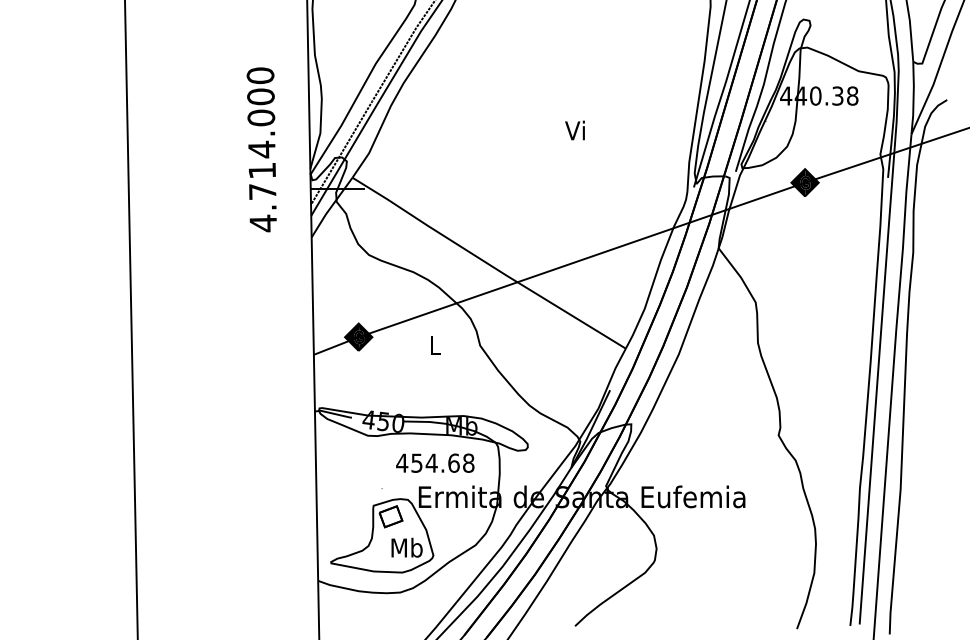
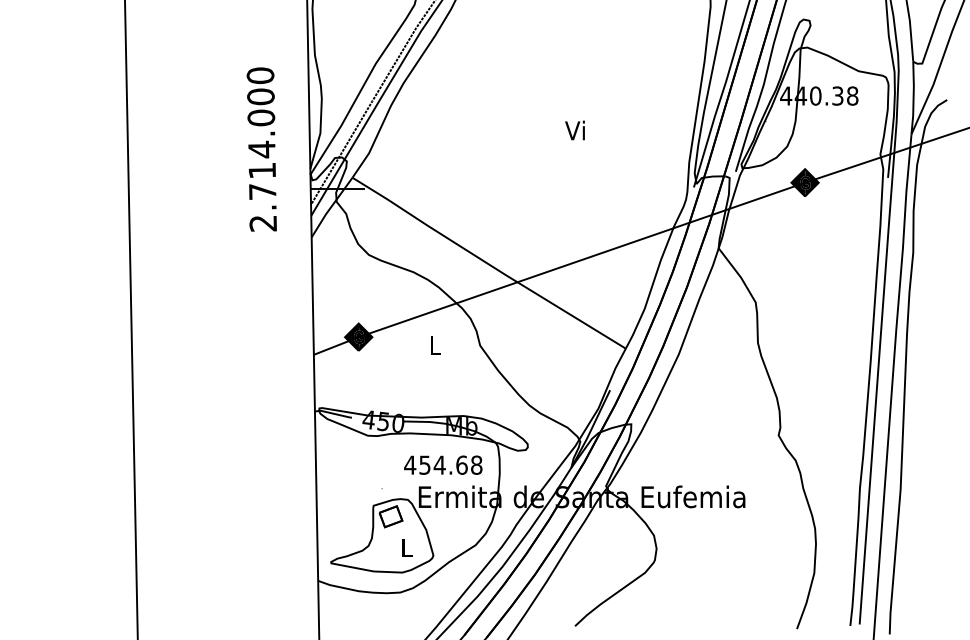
text at (262, 223): 4.714.000 -> 2.714.000
text at (435, 462) position: (435, 462) -> (443, 464)
text at (406, 547): Mb -> L
